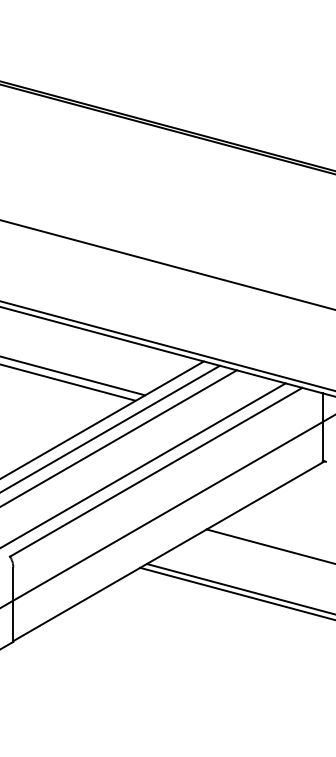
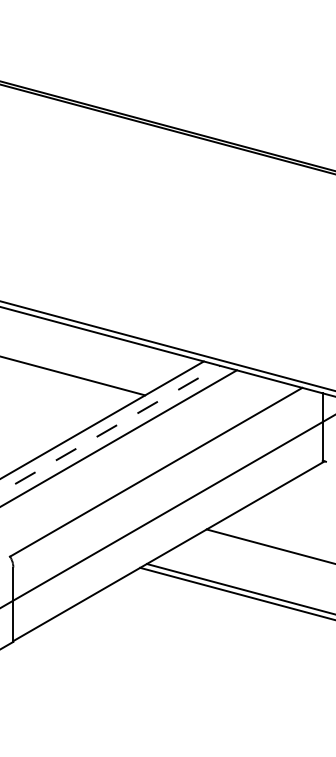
line at (167, 264): present -> none
line at (68, 382): present -> none
line at (110, 429): solid -> dashed
line at (143, 465): present -> none
